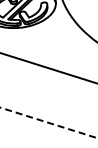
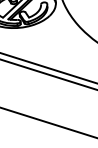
line at (48, 74): none -> present
line at (49, 123): dashed -> solid
